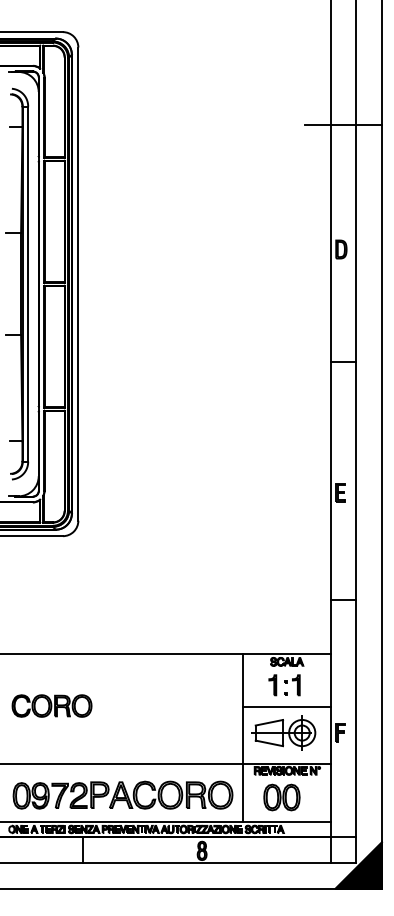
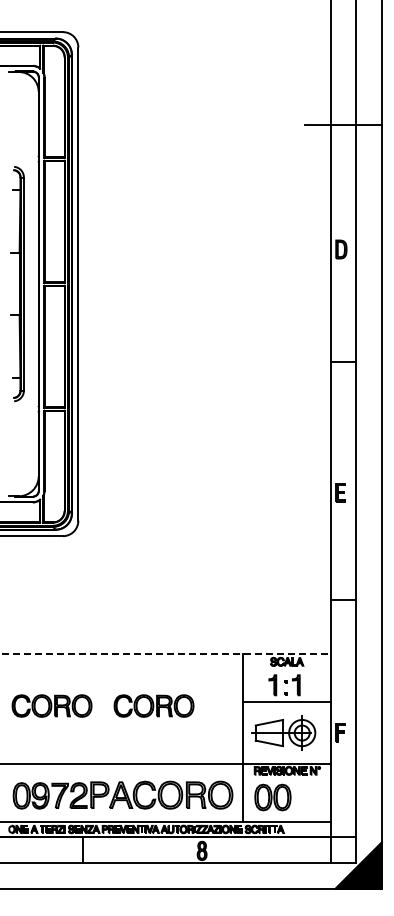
part at (17, 283) size: 25x394 px -> 15x237 px
line at (165, 654): solid -> dashed
part at (153, 705): none -> present
line at (286, 706) position: (286, 706) -> (286, 701)
part at (281, 797) position: (281, 797) -> (272, 797)
